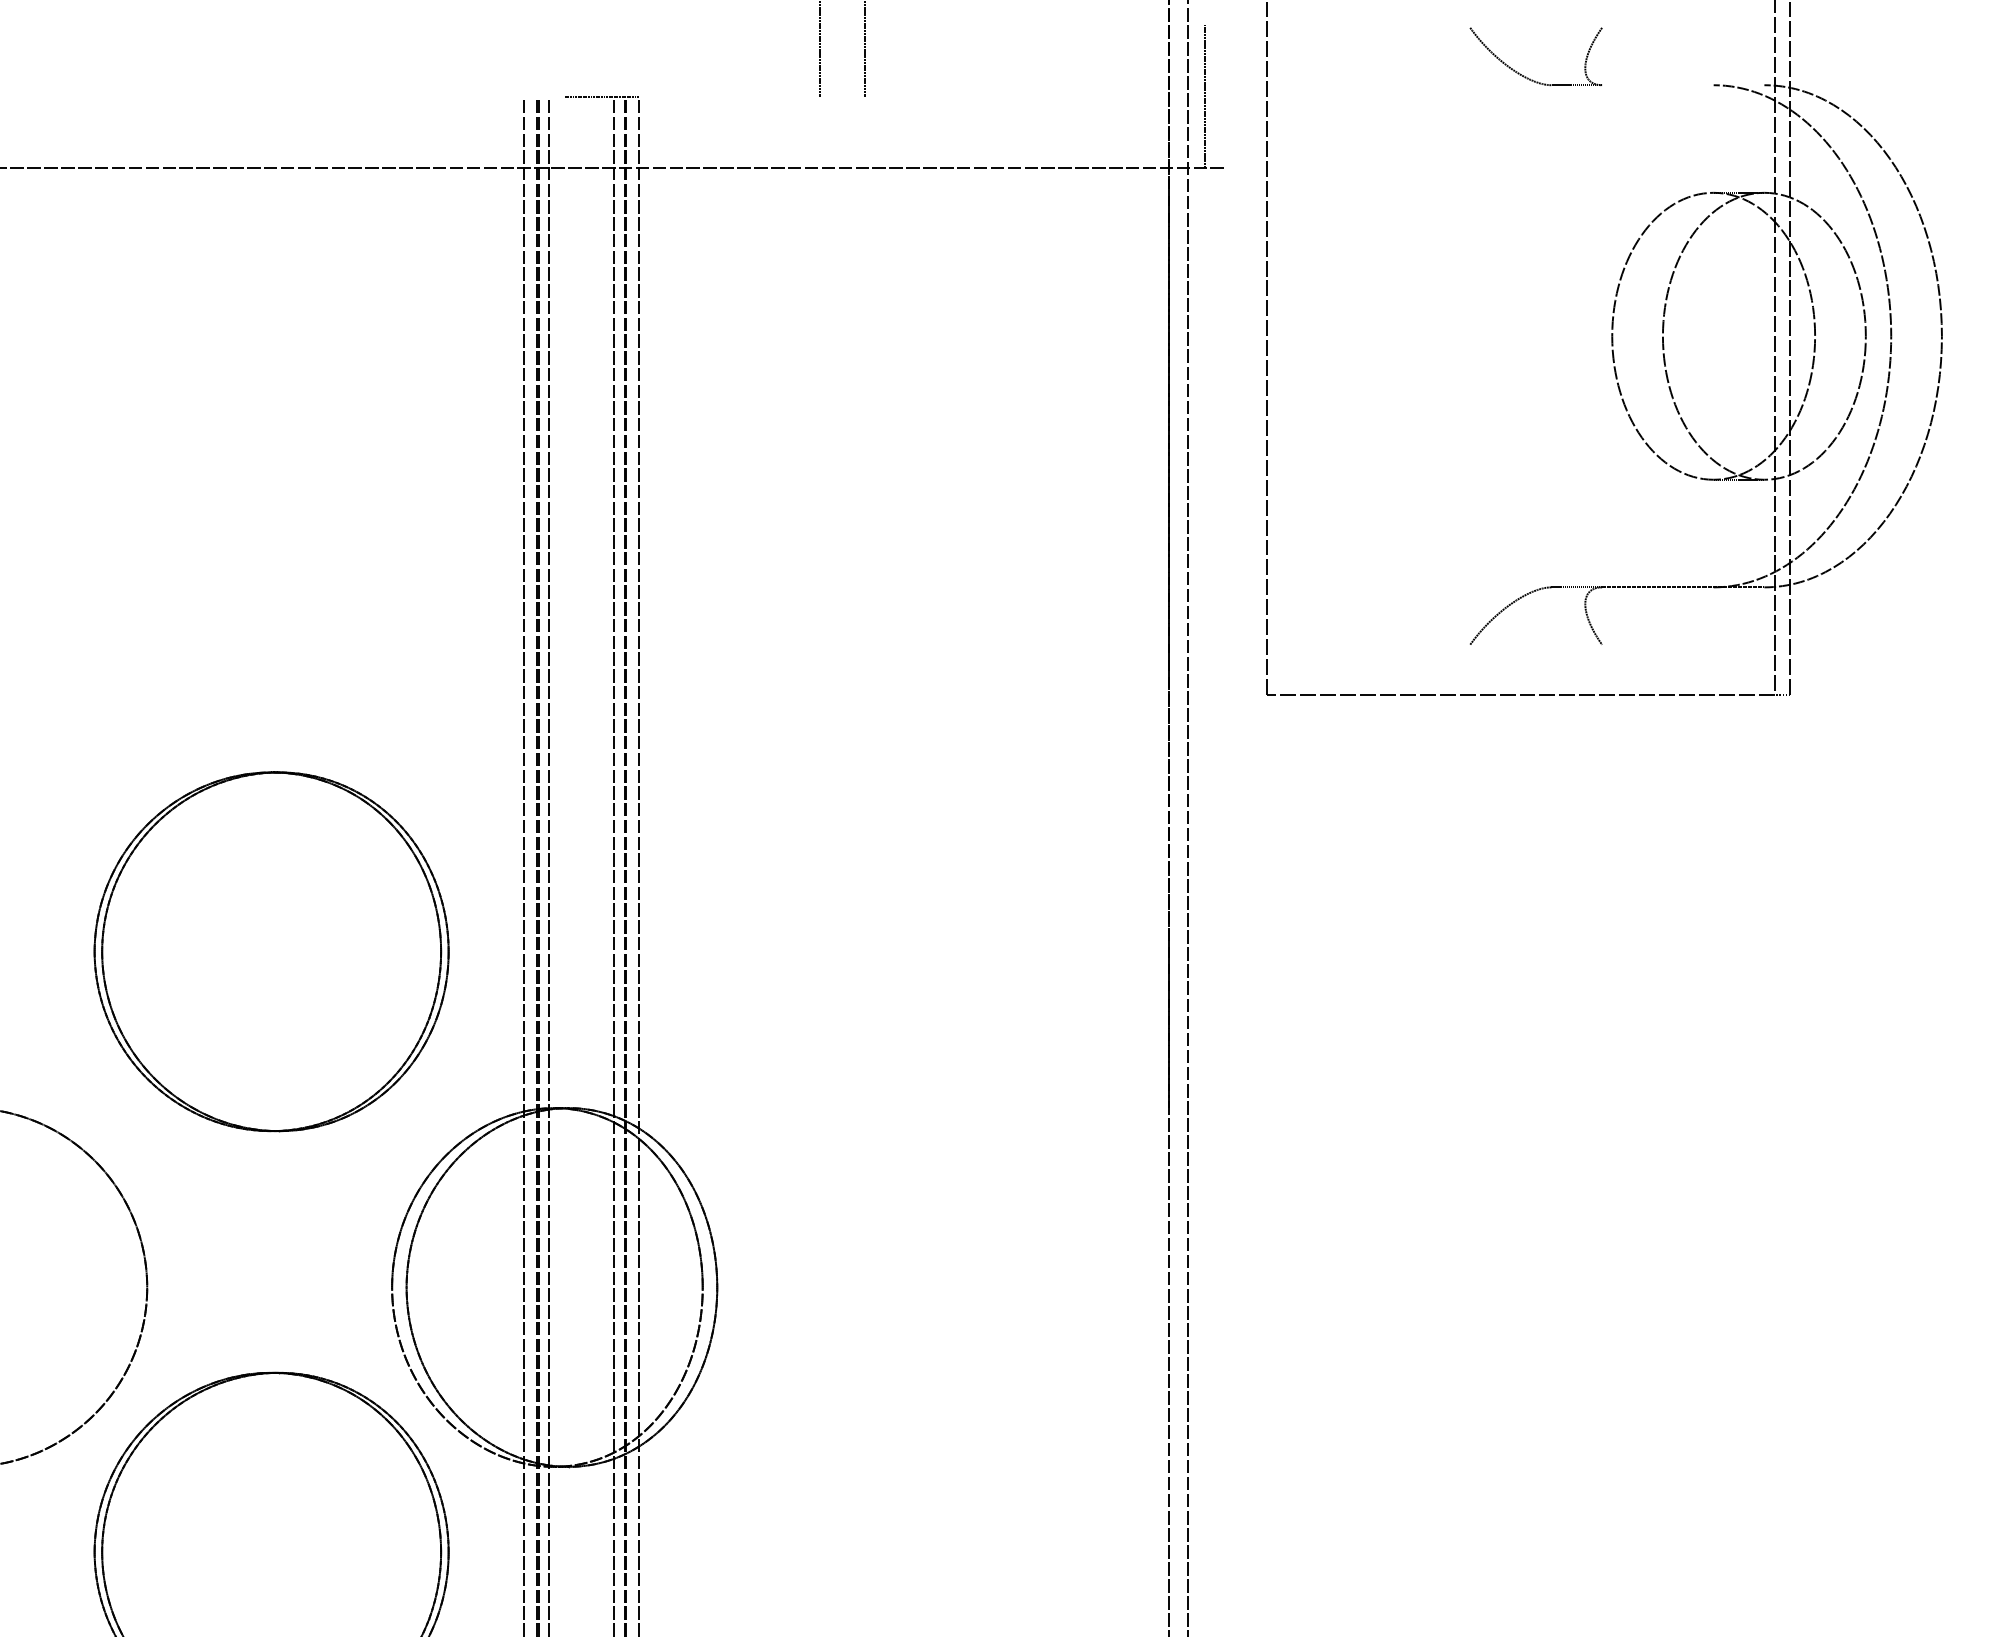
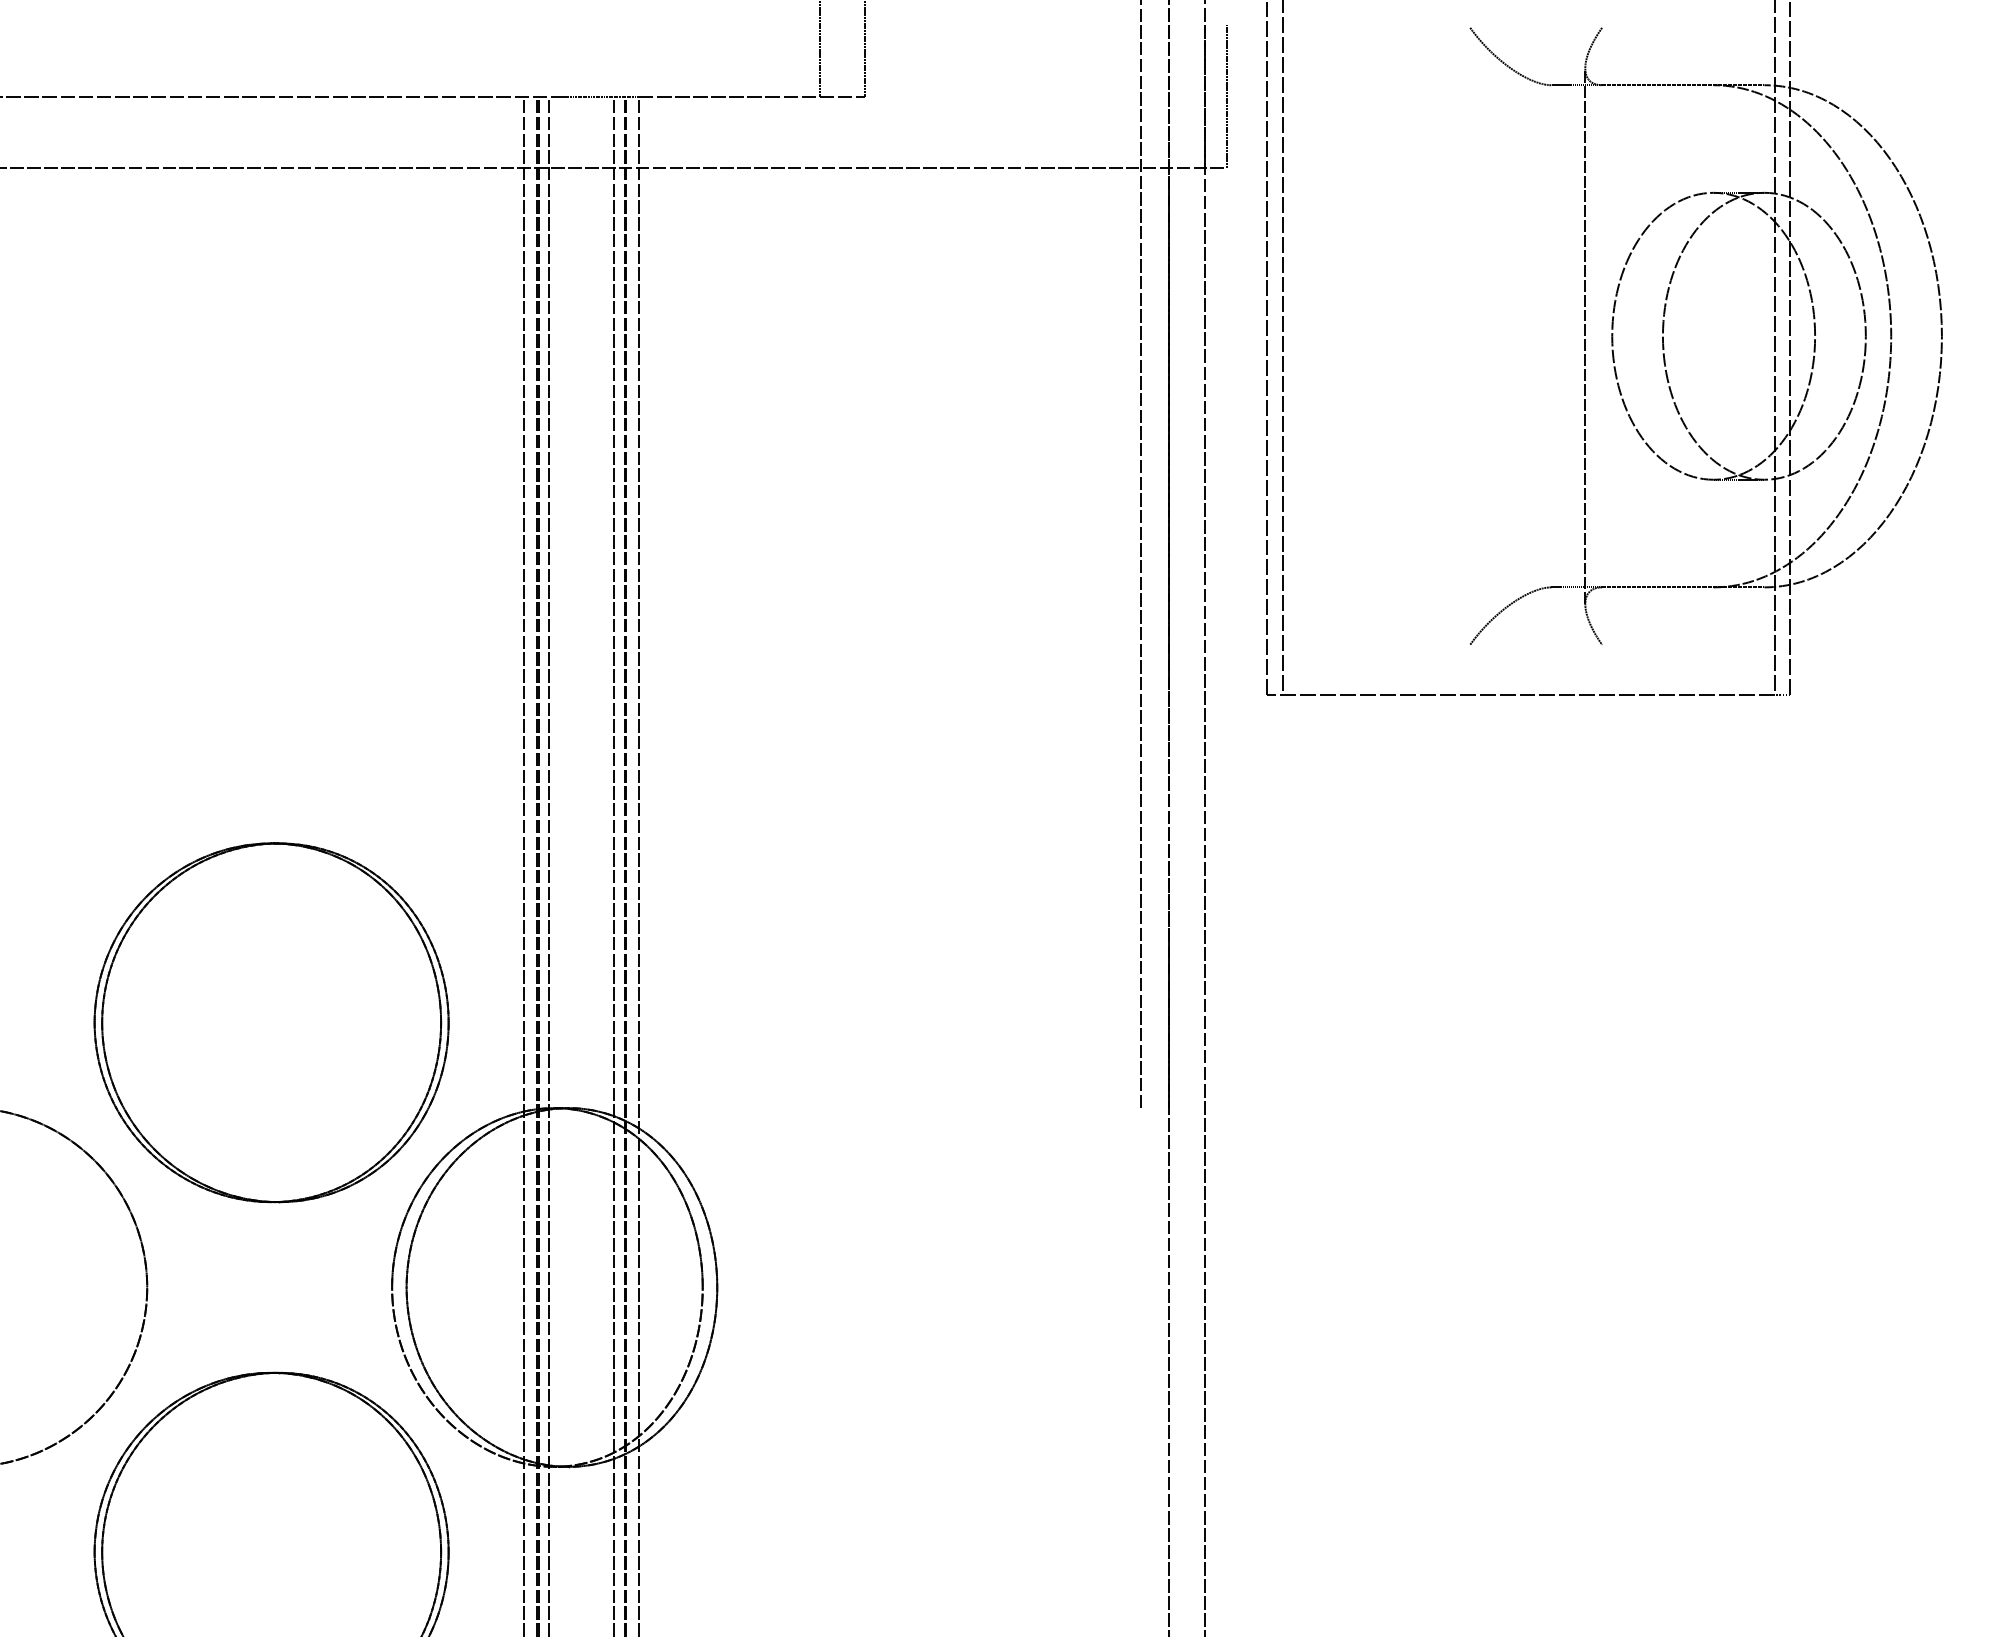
line at (1683, 85): none -> present
line at (283, 96): none -> present
line at (751, 96): none -> present
line at (1226, 96): none -> present
line at (1585, 336): none -> present
line at (1282, 348): none -> present
line at (1140, 555): none -> present
line at (1188, 817) position: (1188, 817) -> (1205, 817)
part at (271, 951) position: (271, 951) -> (271, 1022)
